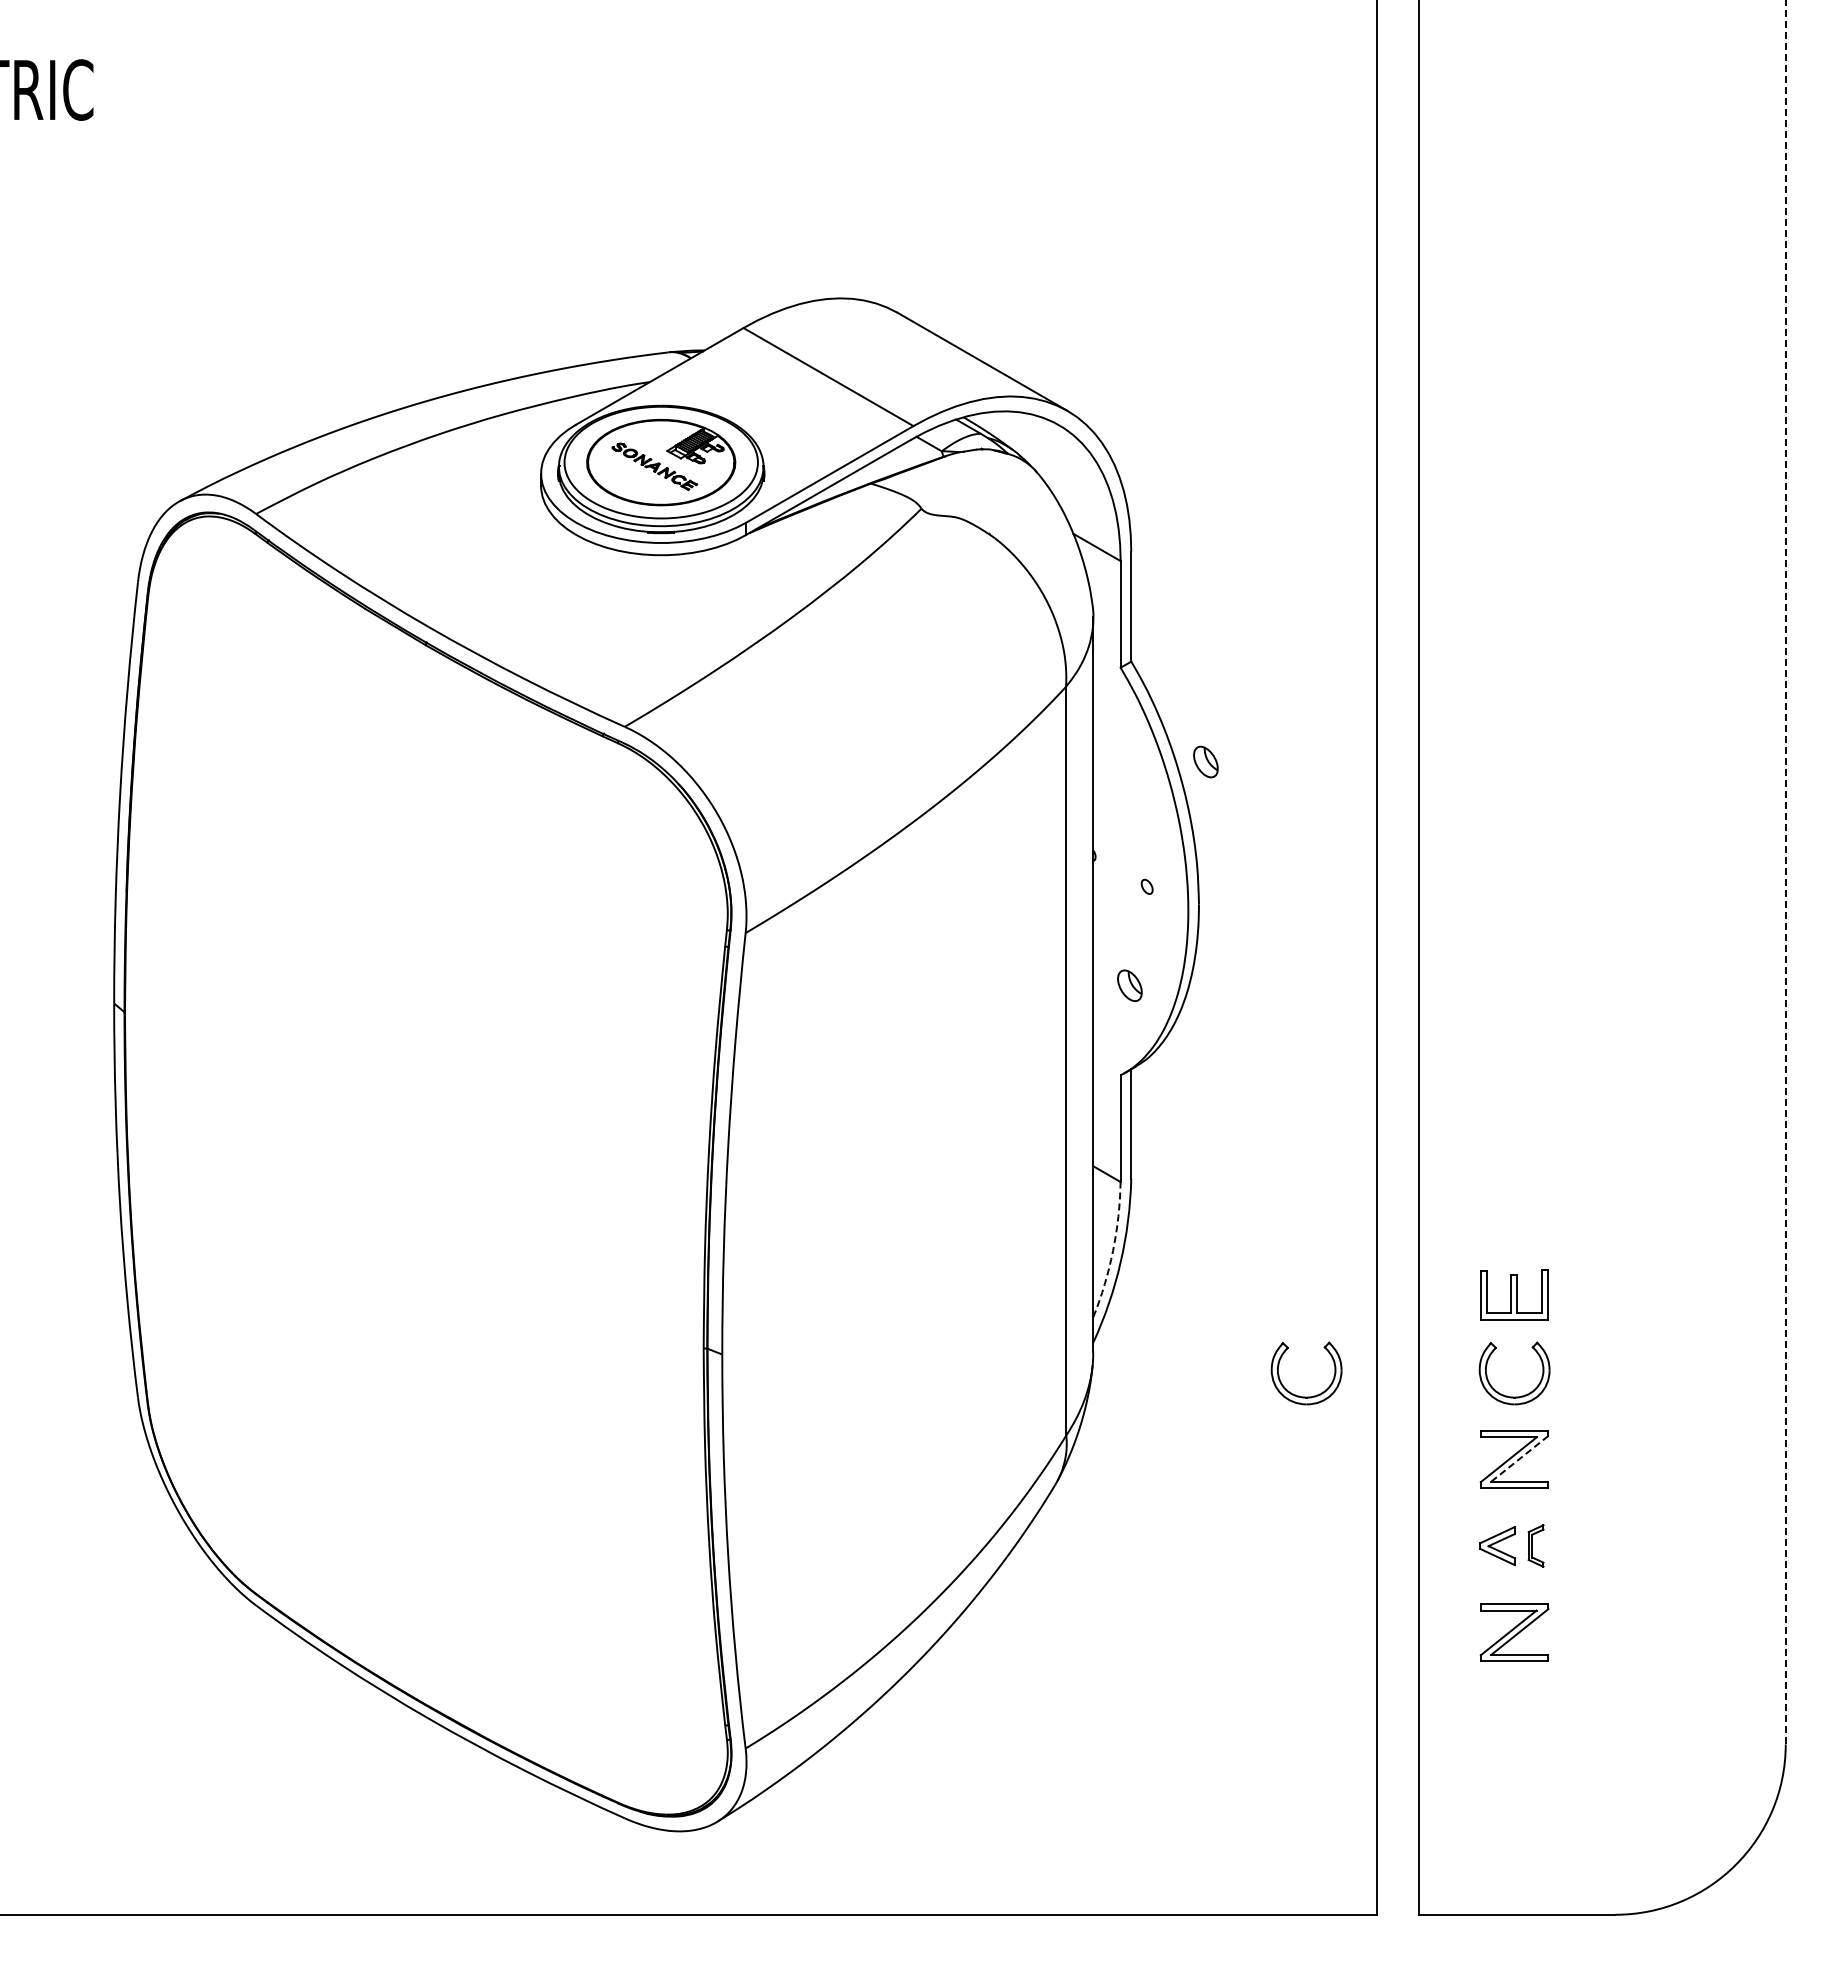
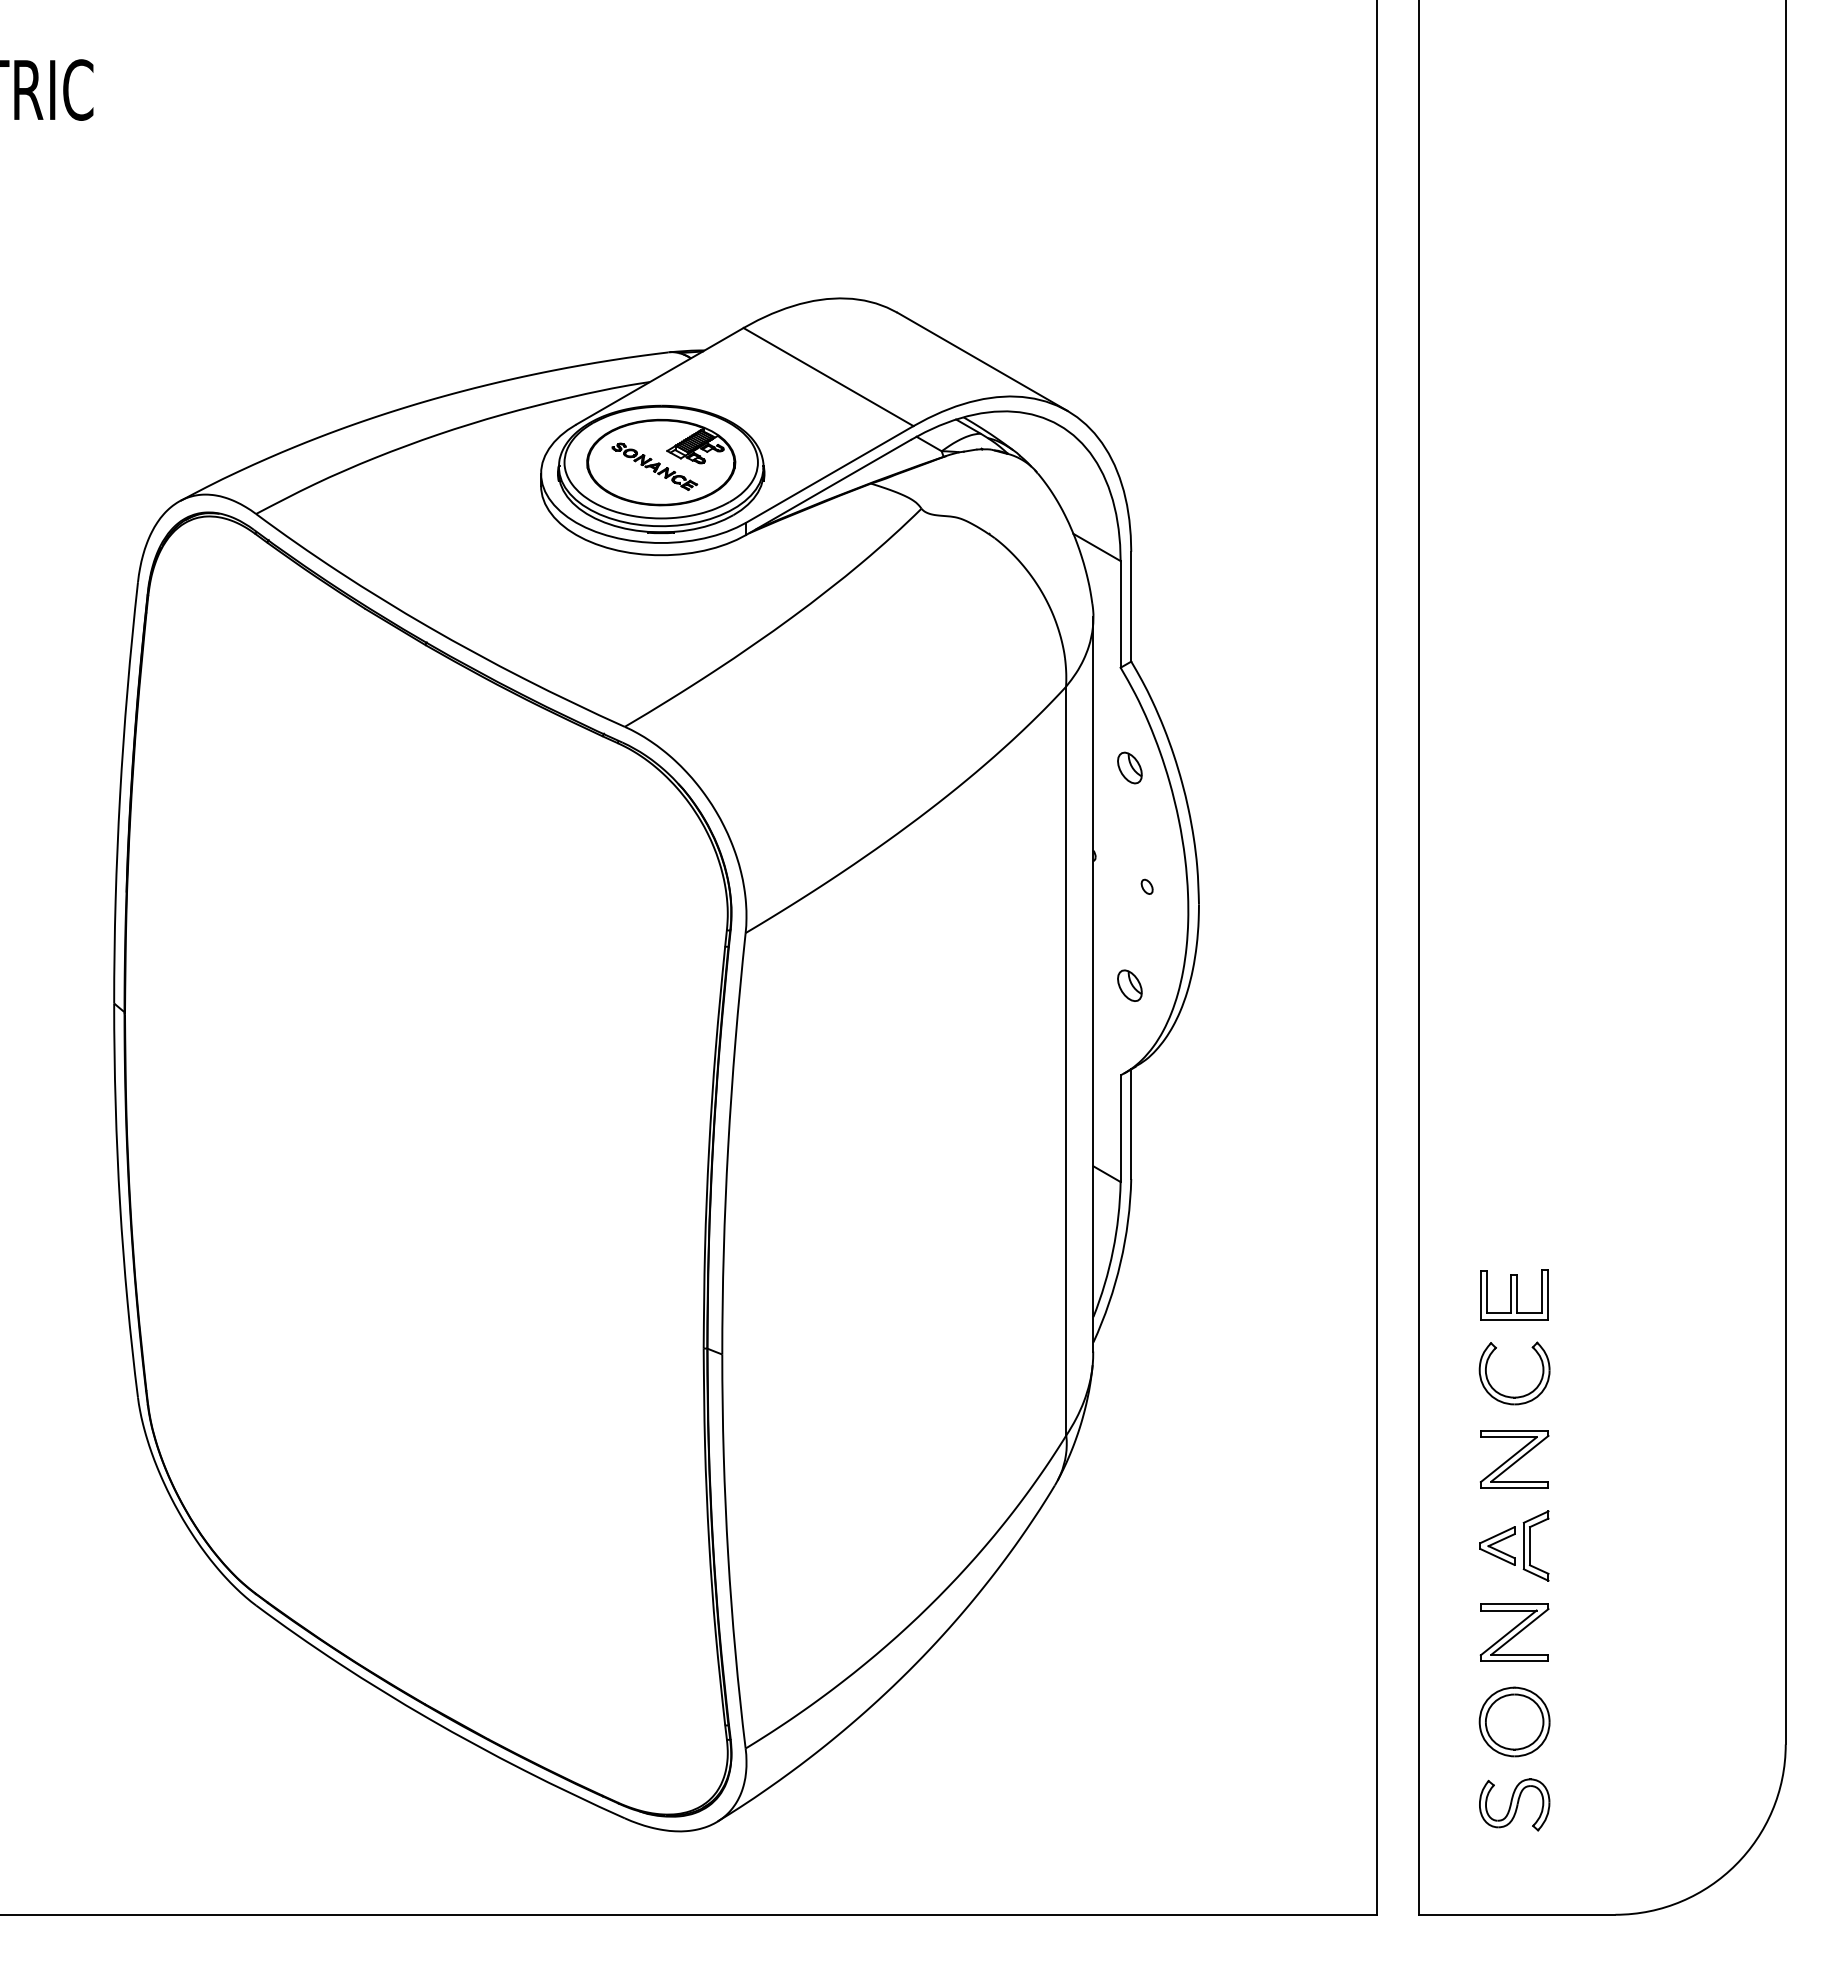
part at (1205, 761) position: (1205, 761) -> (1129, 767)
line at (1785, 872): dashed -> solid
arc at (1113, 1250): dashed -> solid
part at (1306, 1396): present -> none
line at (1519, 1458): dashed -> solid
part at (1535, 1545) size: 18x44 px -> 28x72 px
part at (1514, 1721): none -> present
part at (1514, 1804): none -> present
